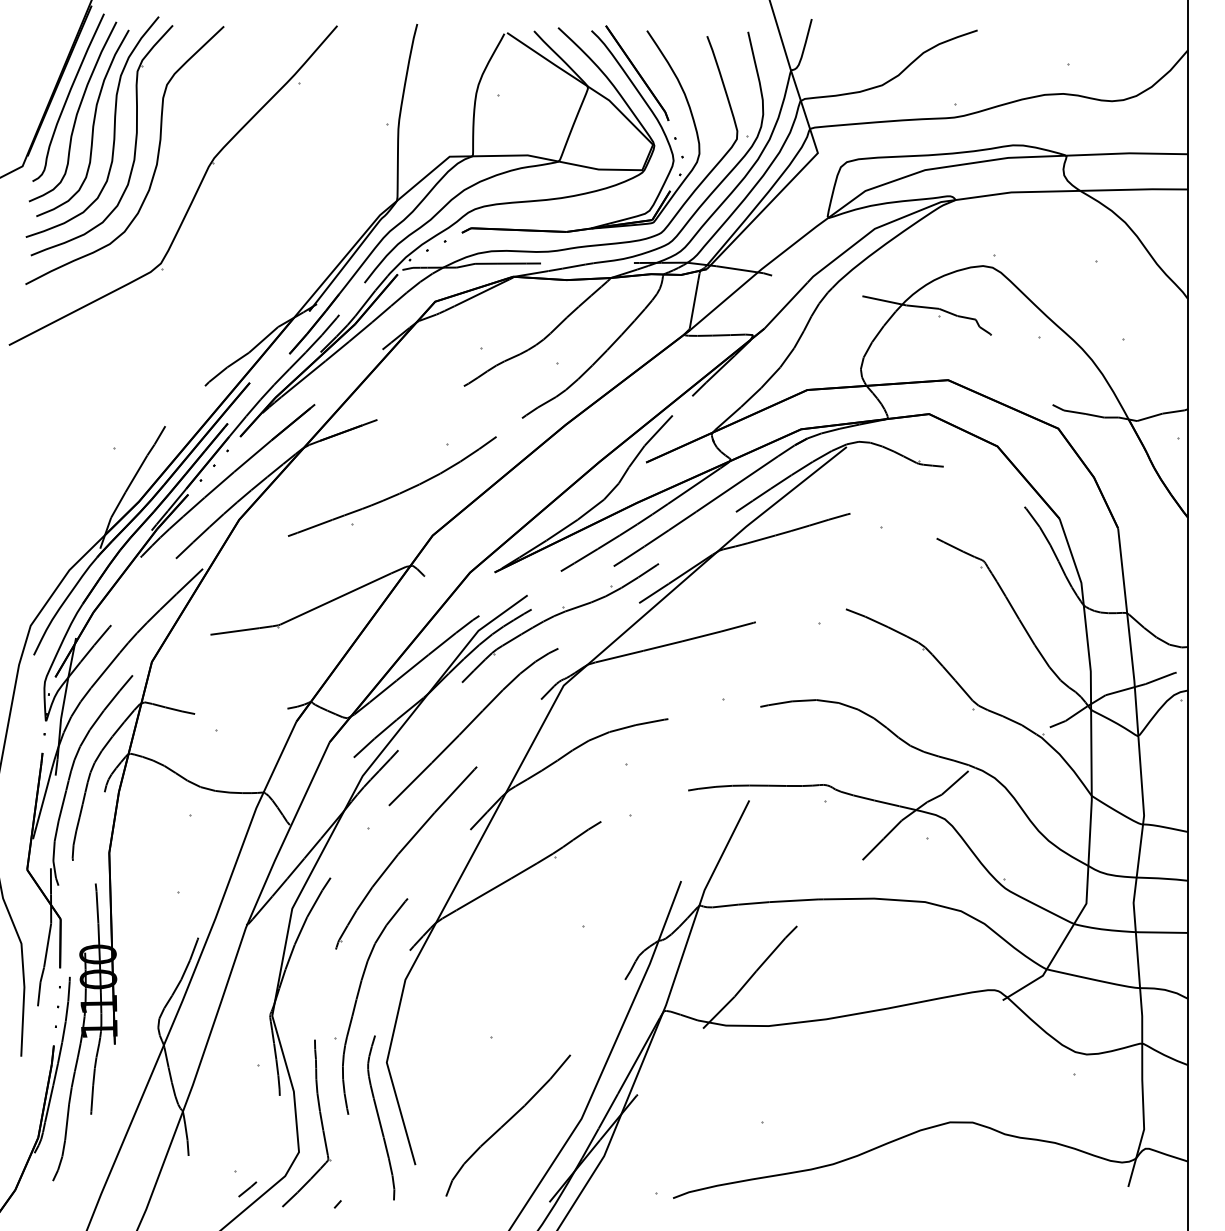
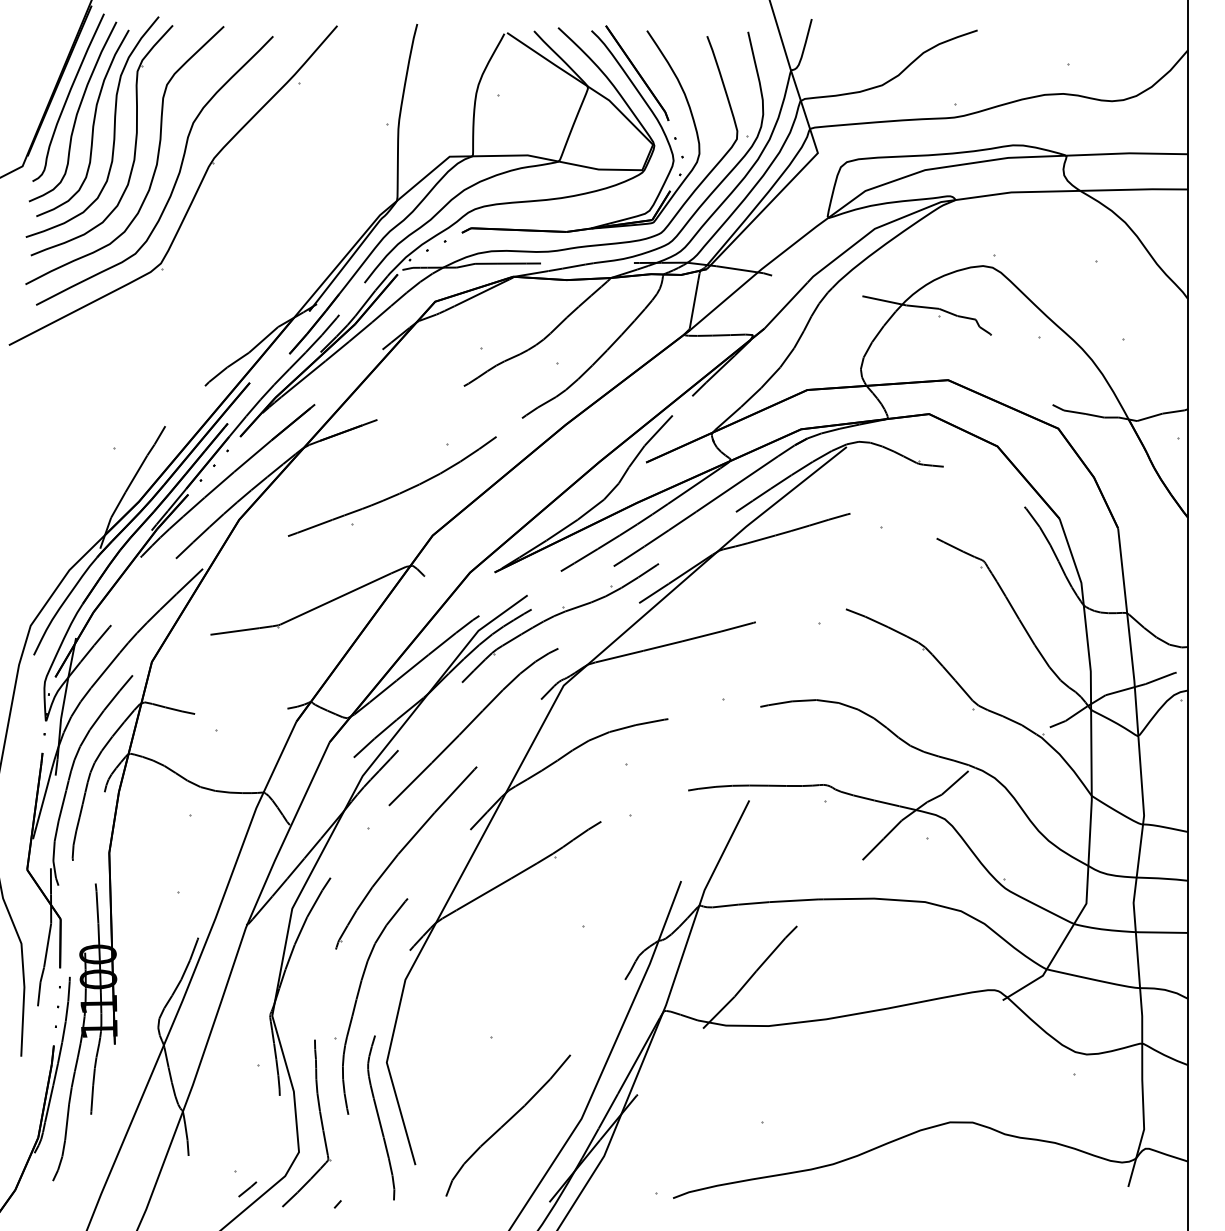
curve at (176, 177): none -> present
